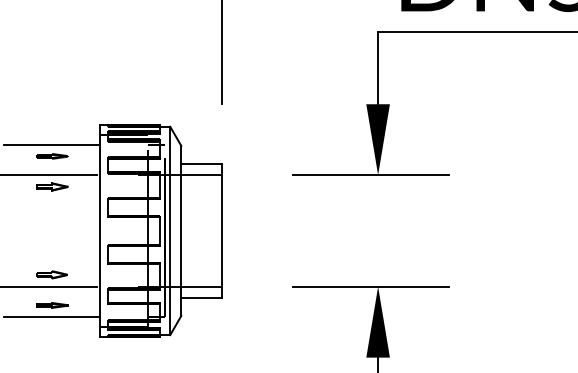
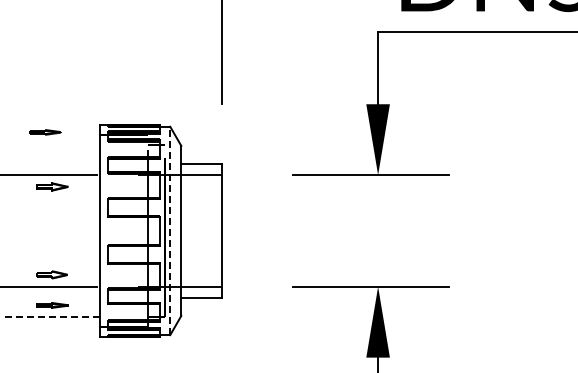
line at (51, 144): present -> none
part at (52, 156) position: (52, 156) -> (45, 132)
line at (170, 230): solid -> dashed
line at (52, 317): solid -> dashed
